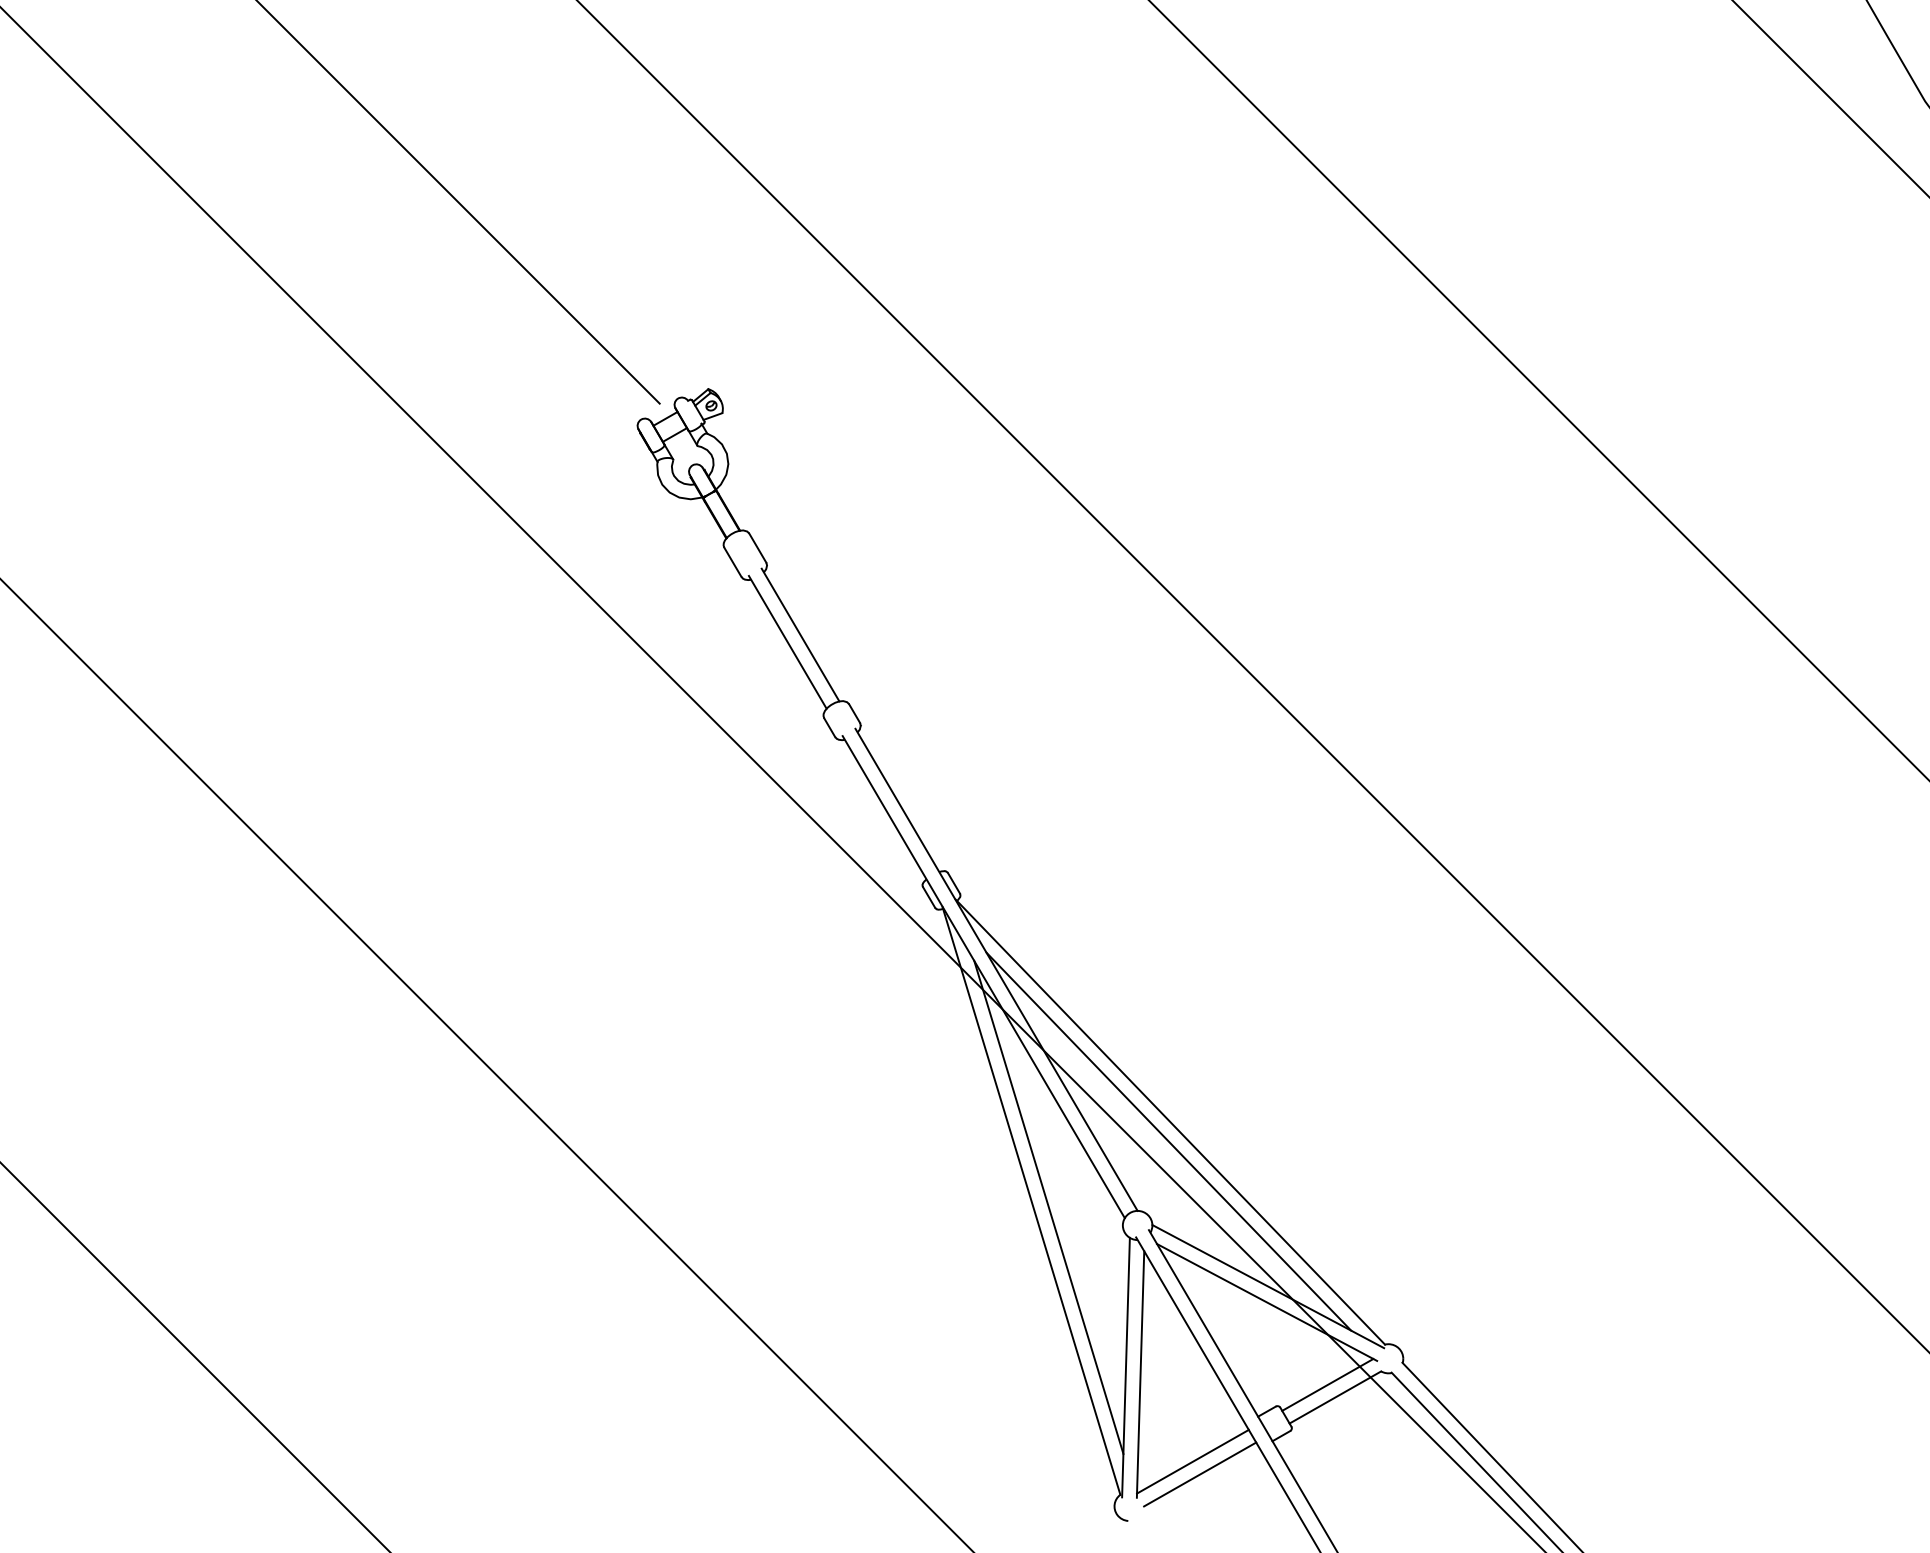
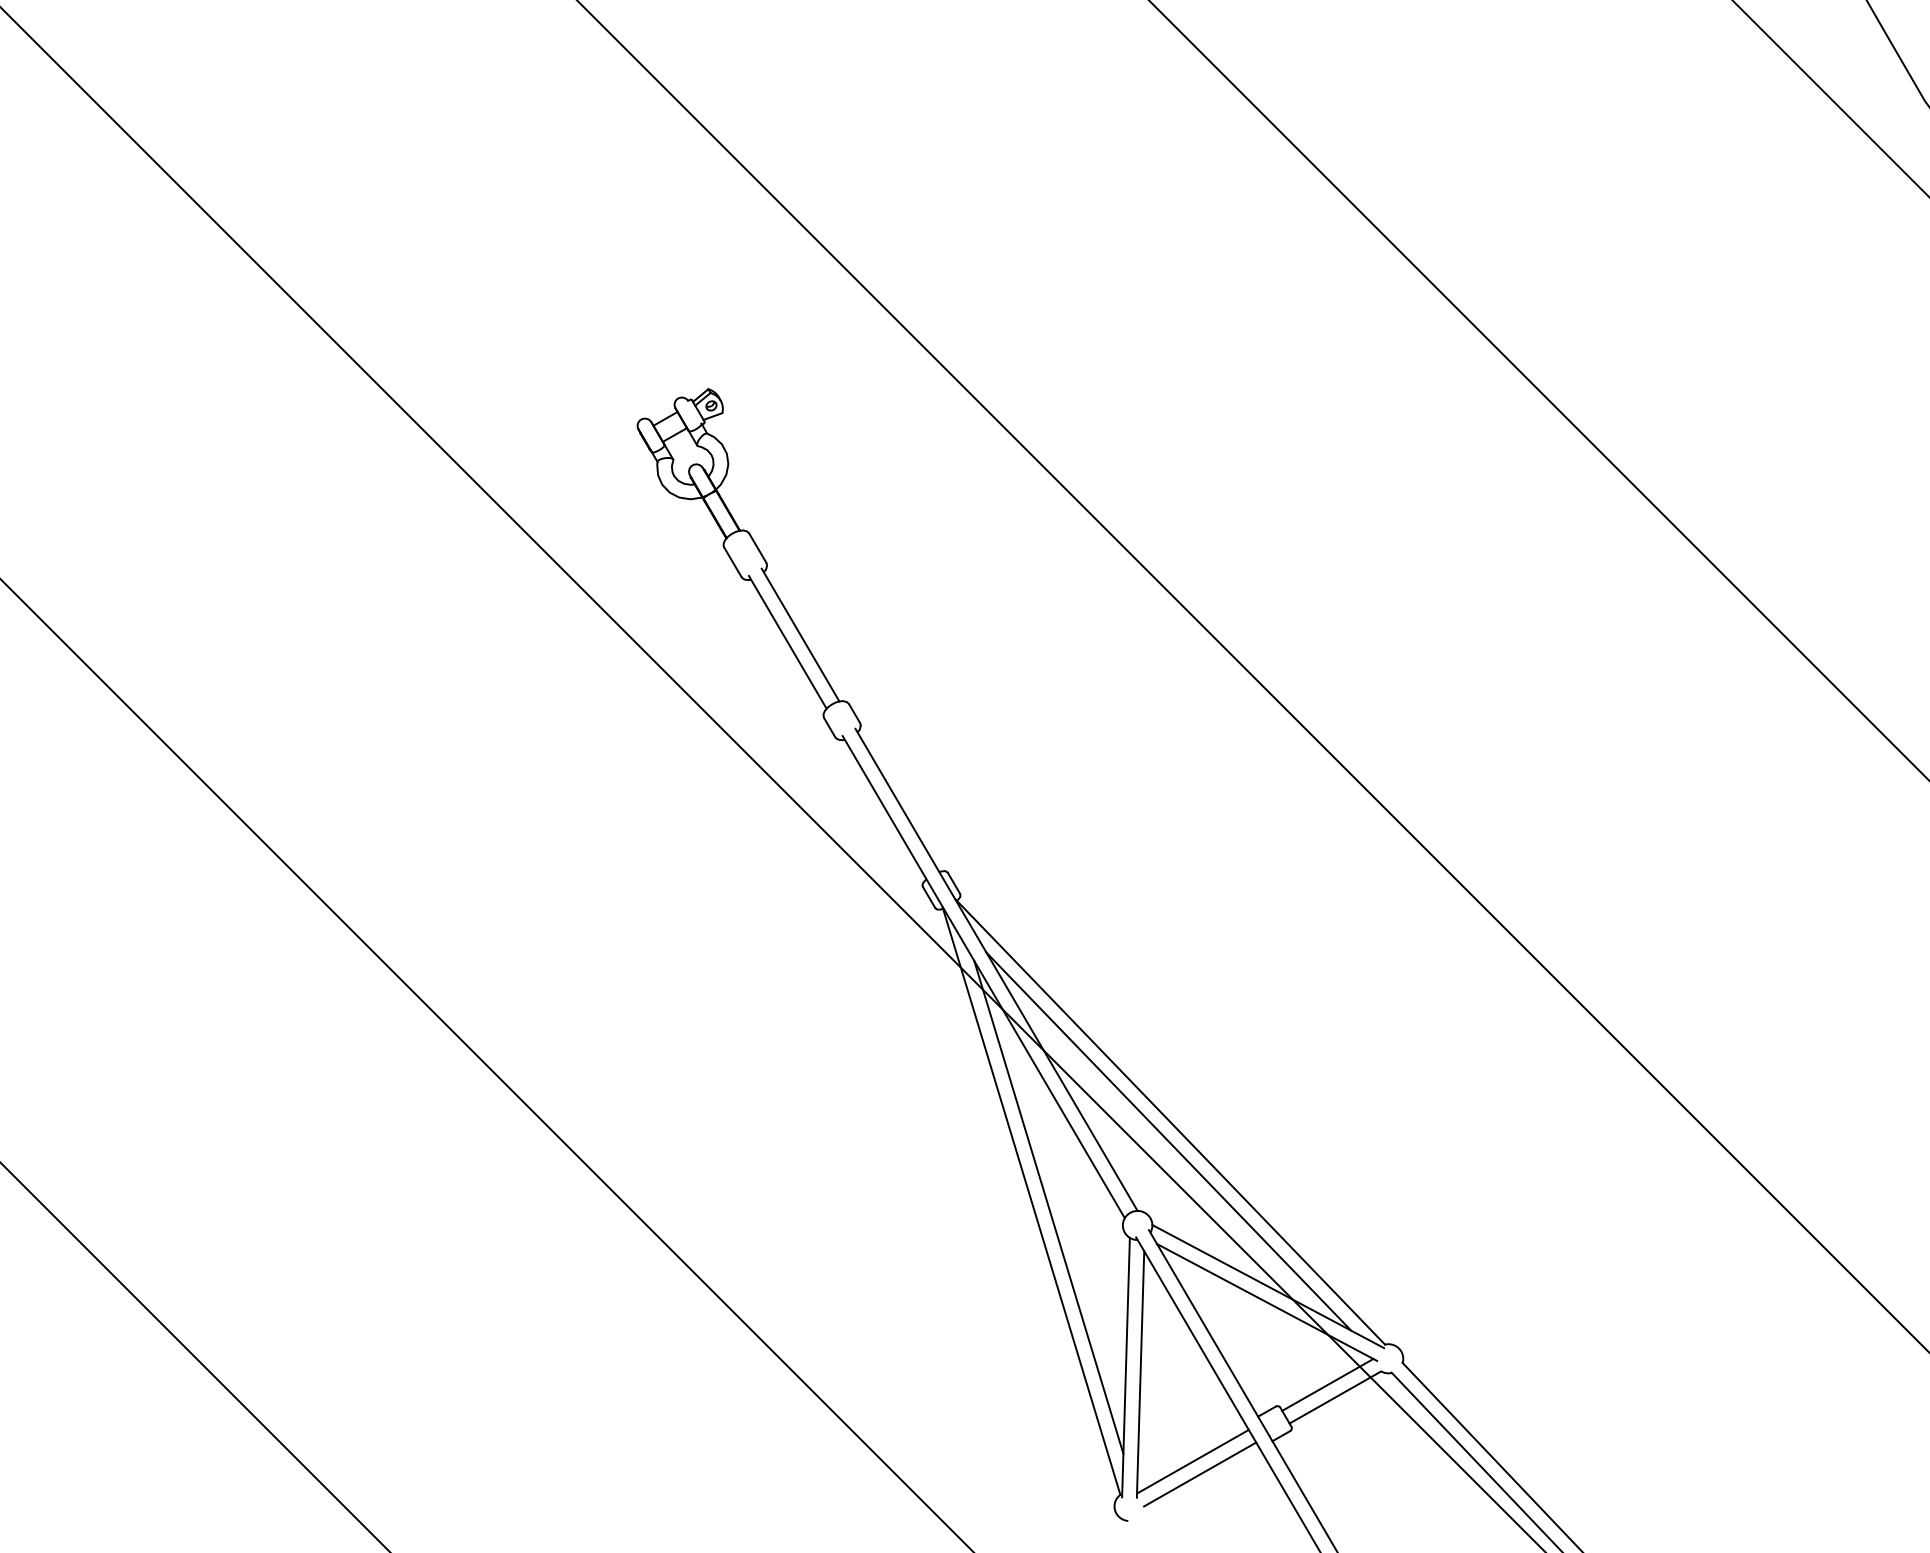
line at (458, 202): present -> none
